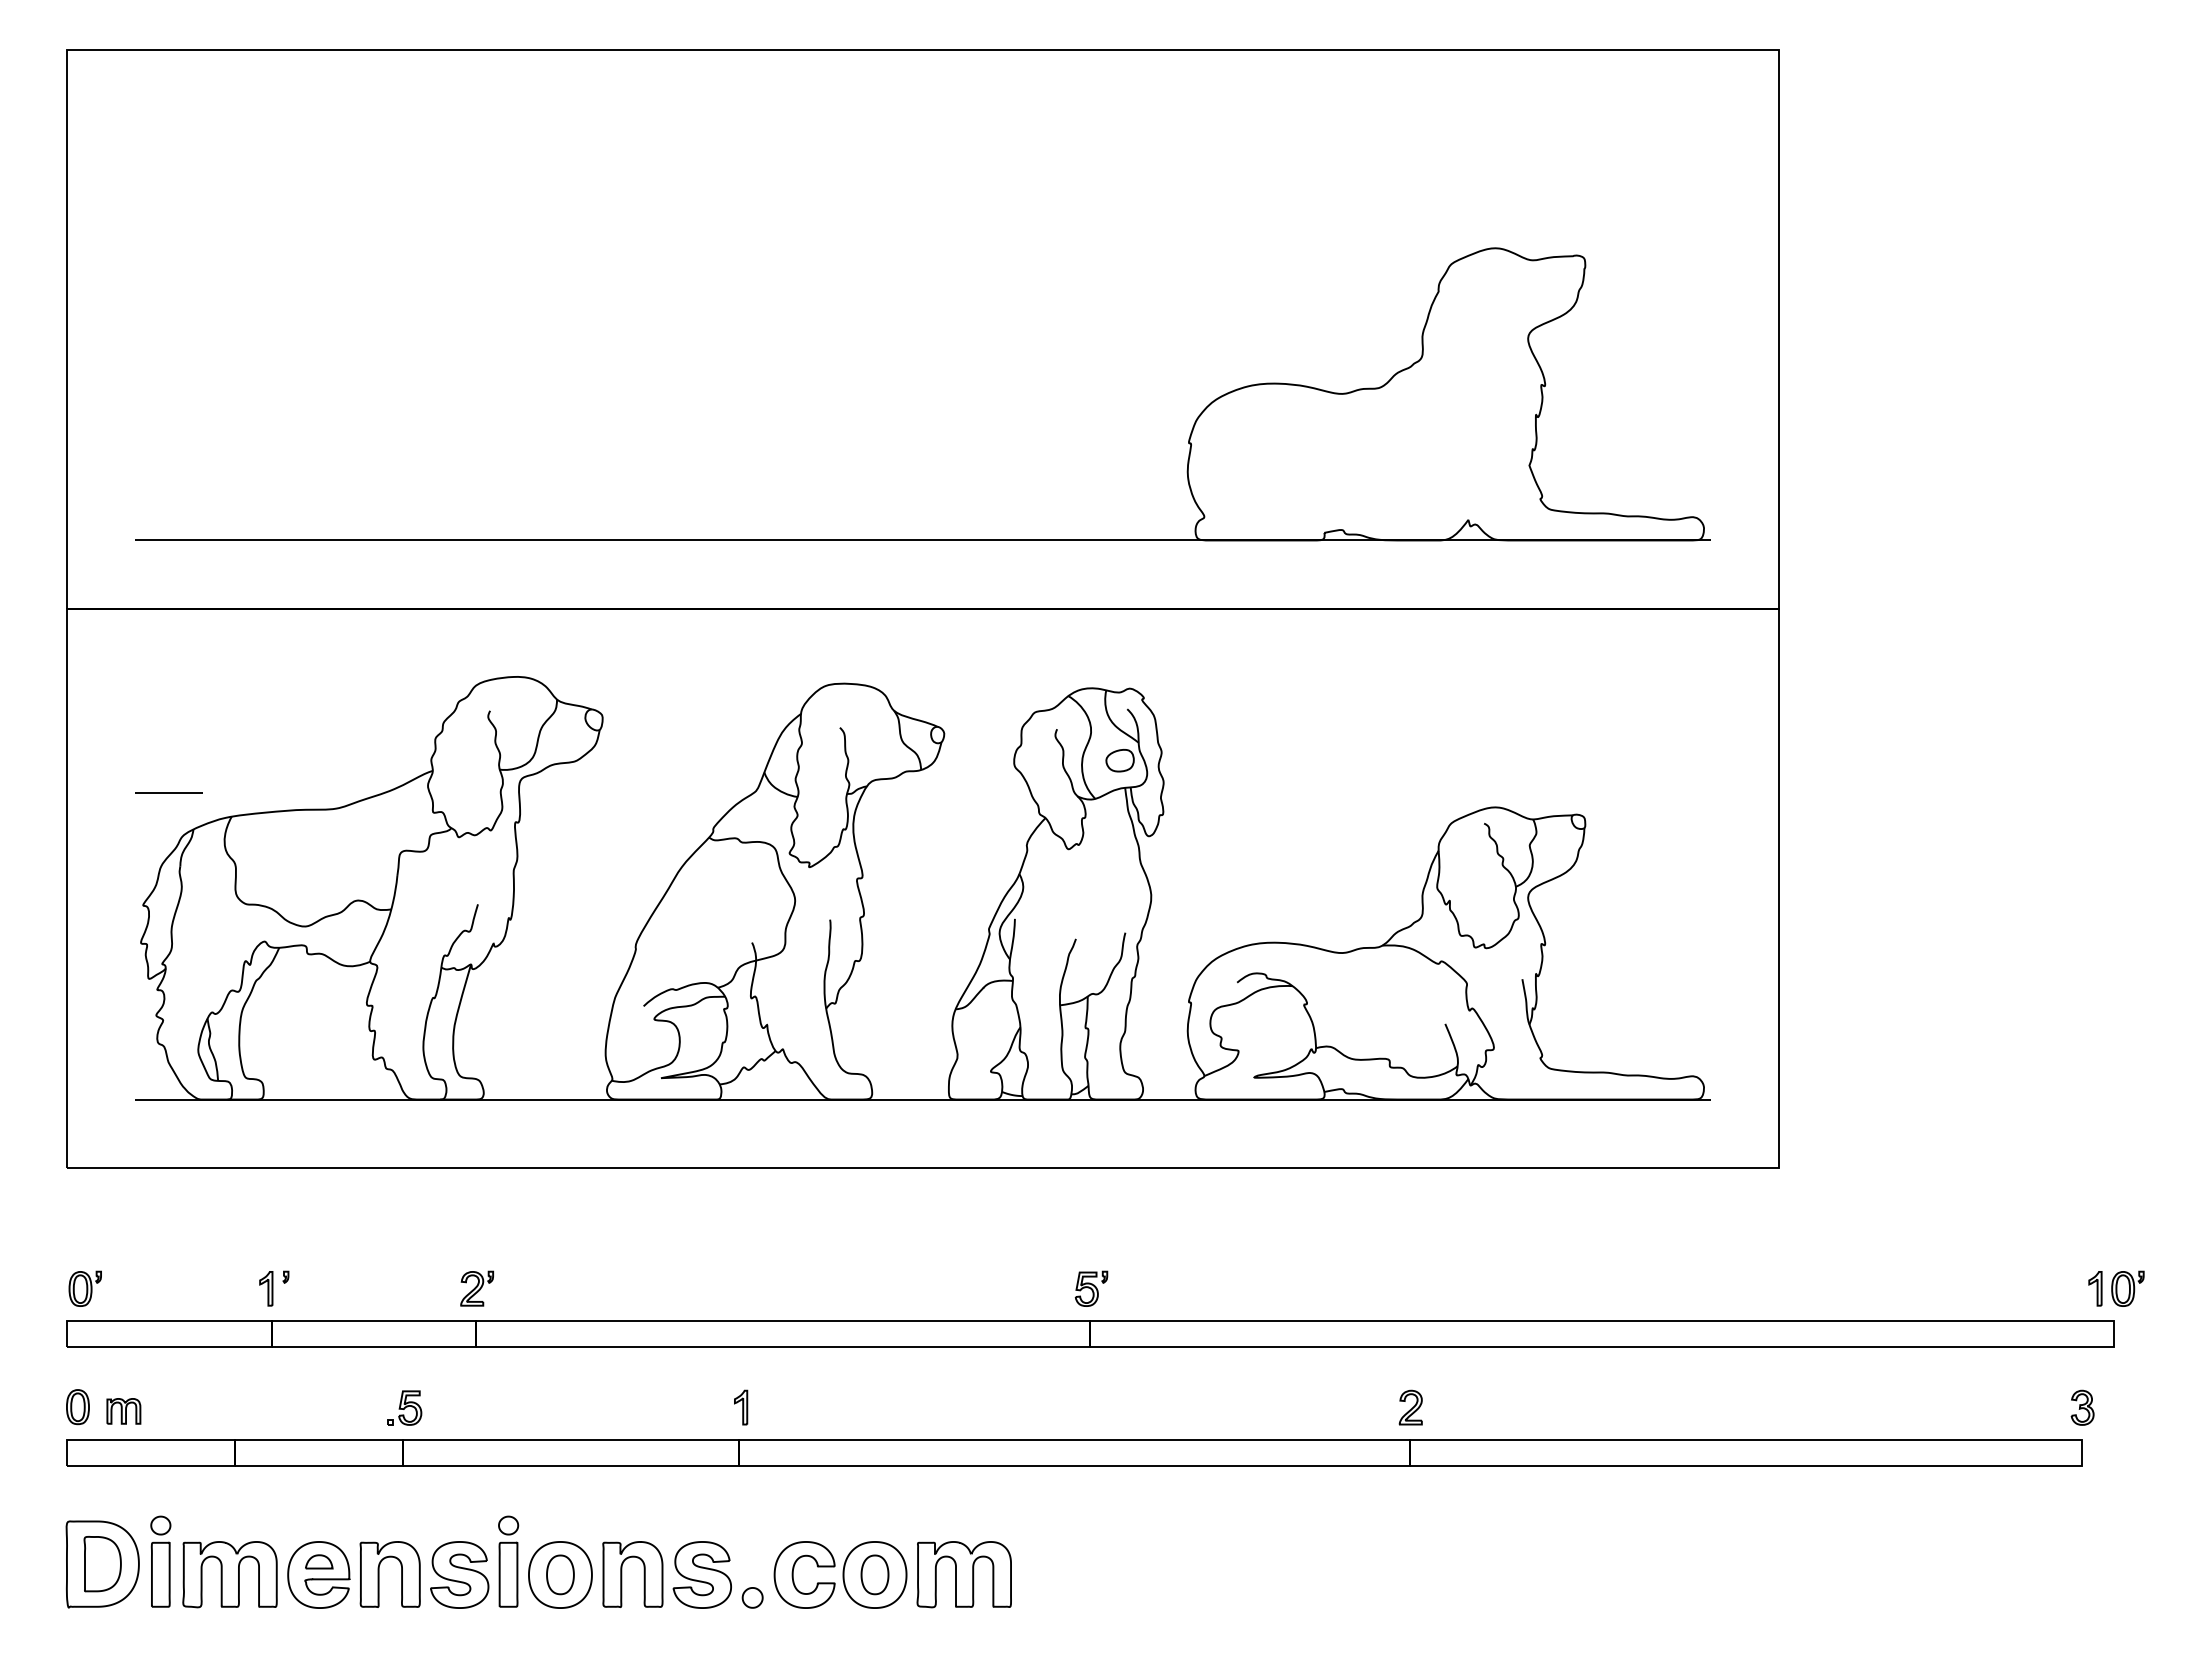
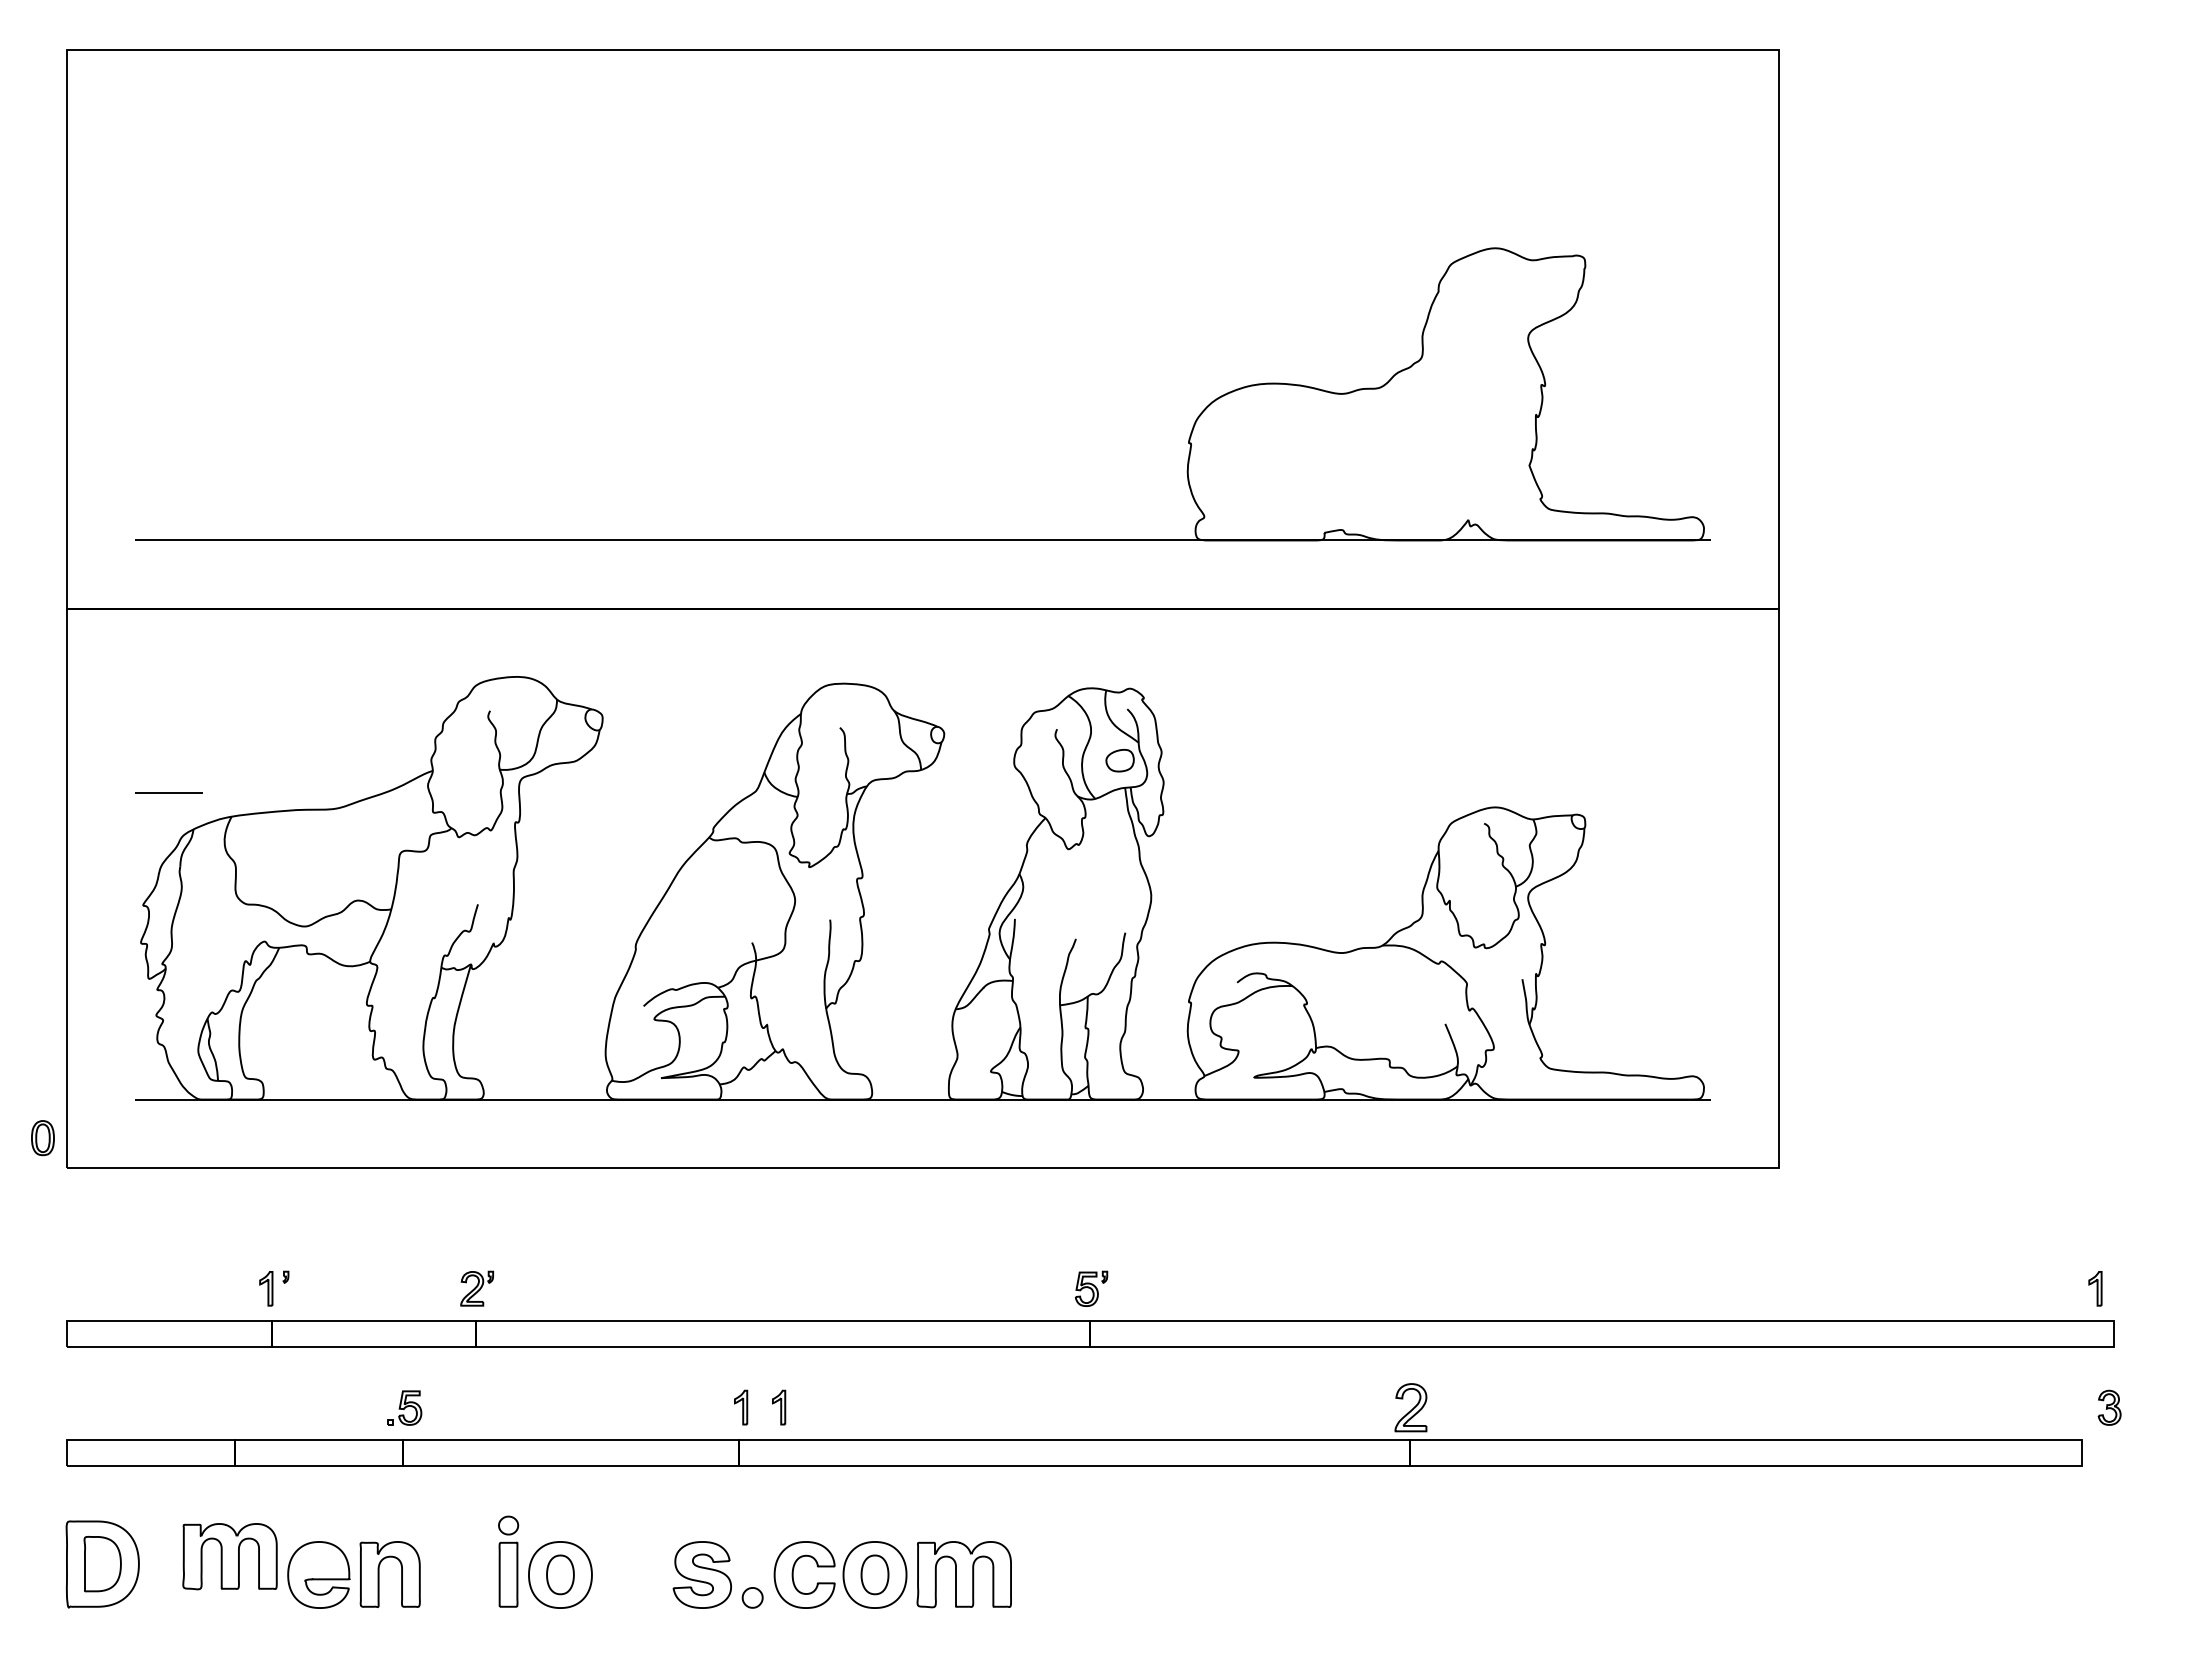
part at (84, 1288): present -> none
part at (2127, 1288): present -> none
part at (77, 1407) position: (77, 1407) -> (42, 1138)
part at (779, 1407): none -> present
part at (1410, 1407) size: 25x37 px -> 34x50 px
part at (2082, 1407) position: (2082, 1407) -> (2109, 1407)
part at (123, 1411): present -> none
part at (160, 1561): present -> none
part at (319, 1561): present -> none
part at (229, 1574) position: (229, 1574) -> (229, 1556)
part at (459, 1574): present -> none
part at (622, 1574): present -> none
